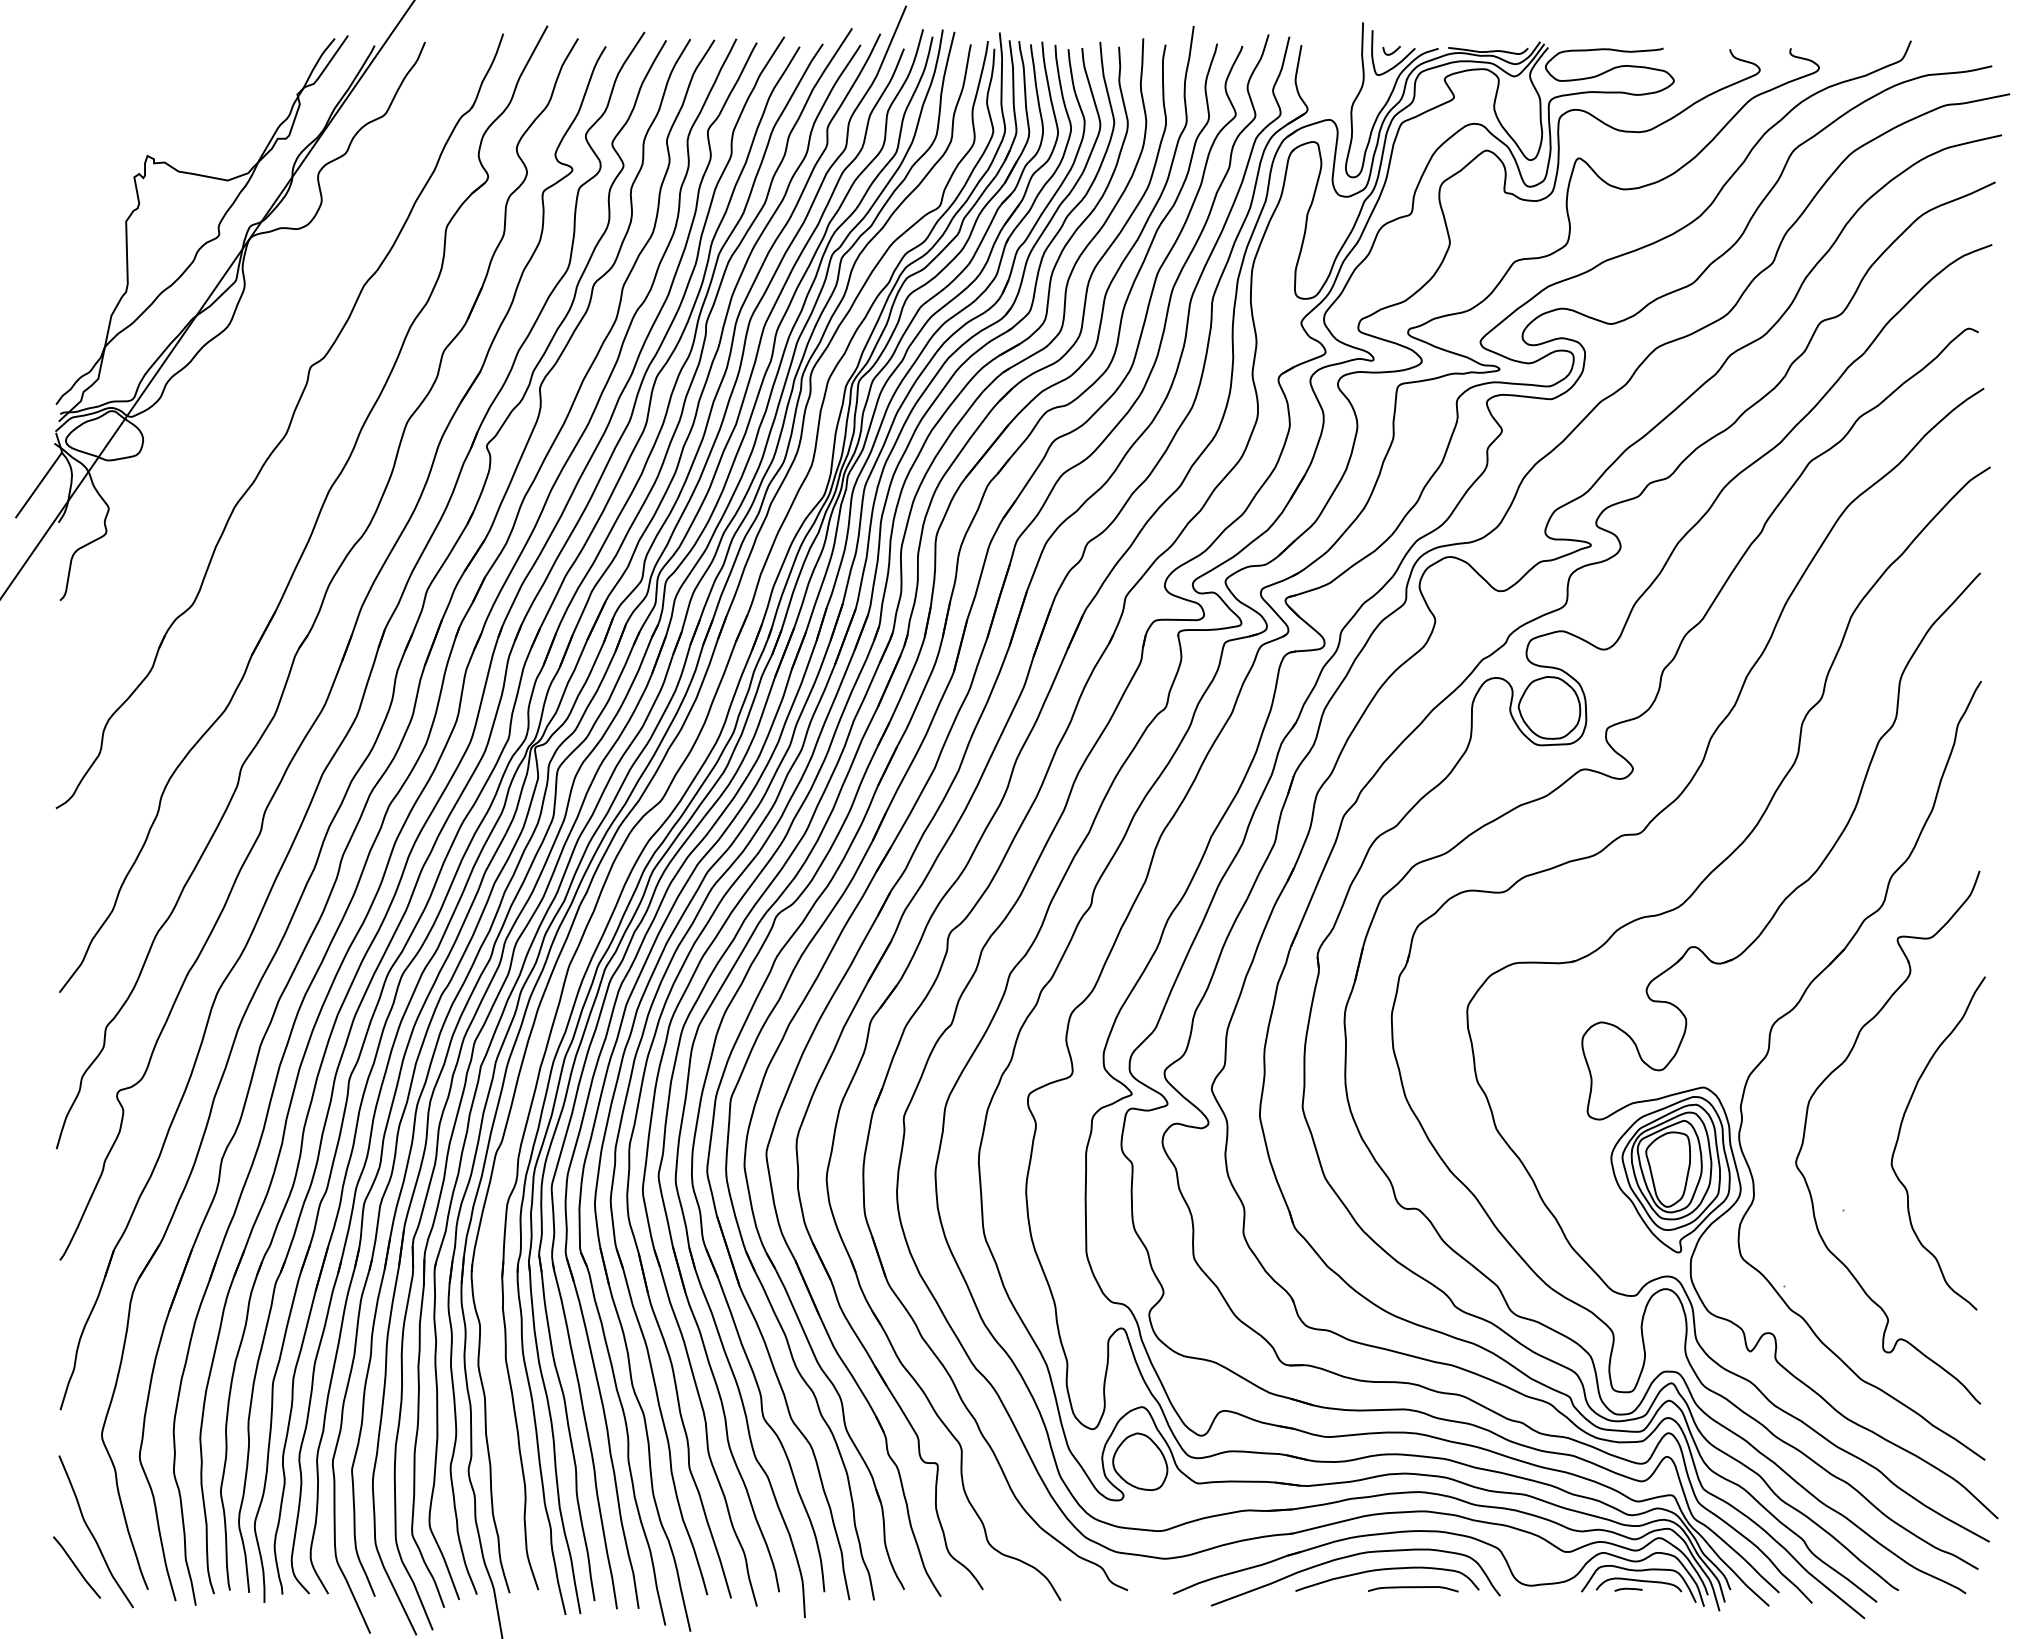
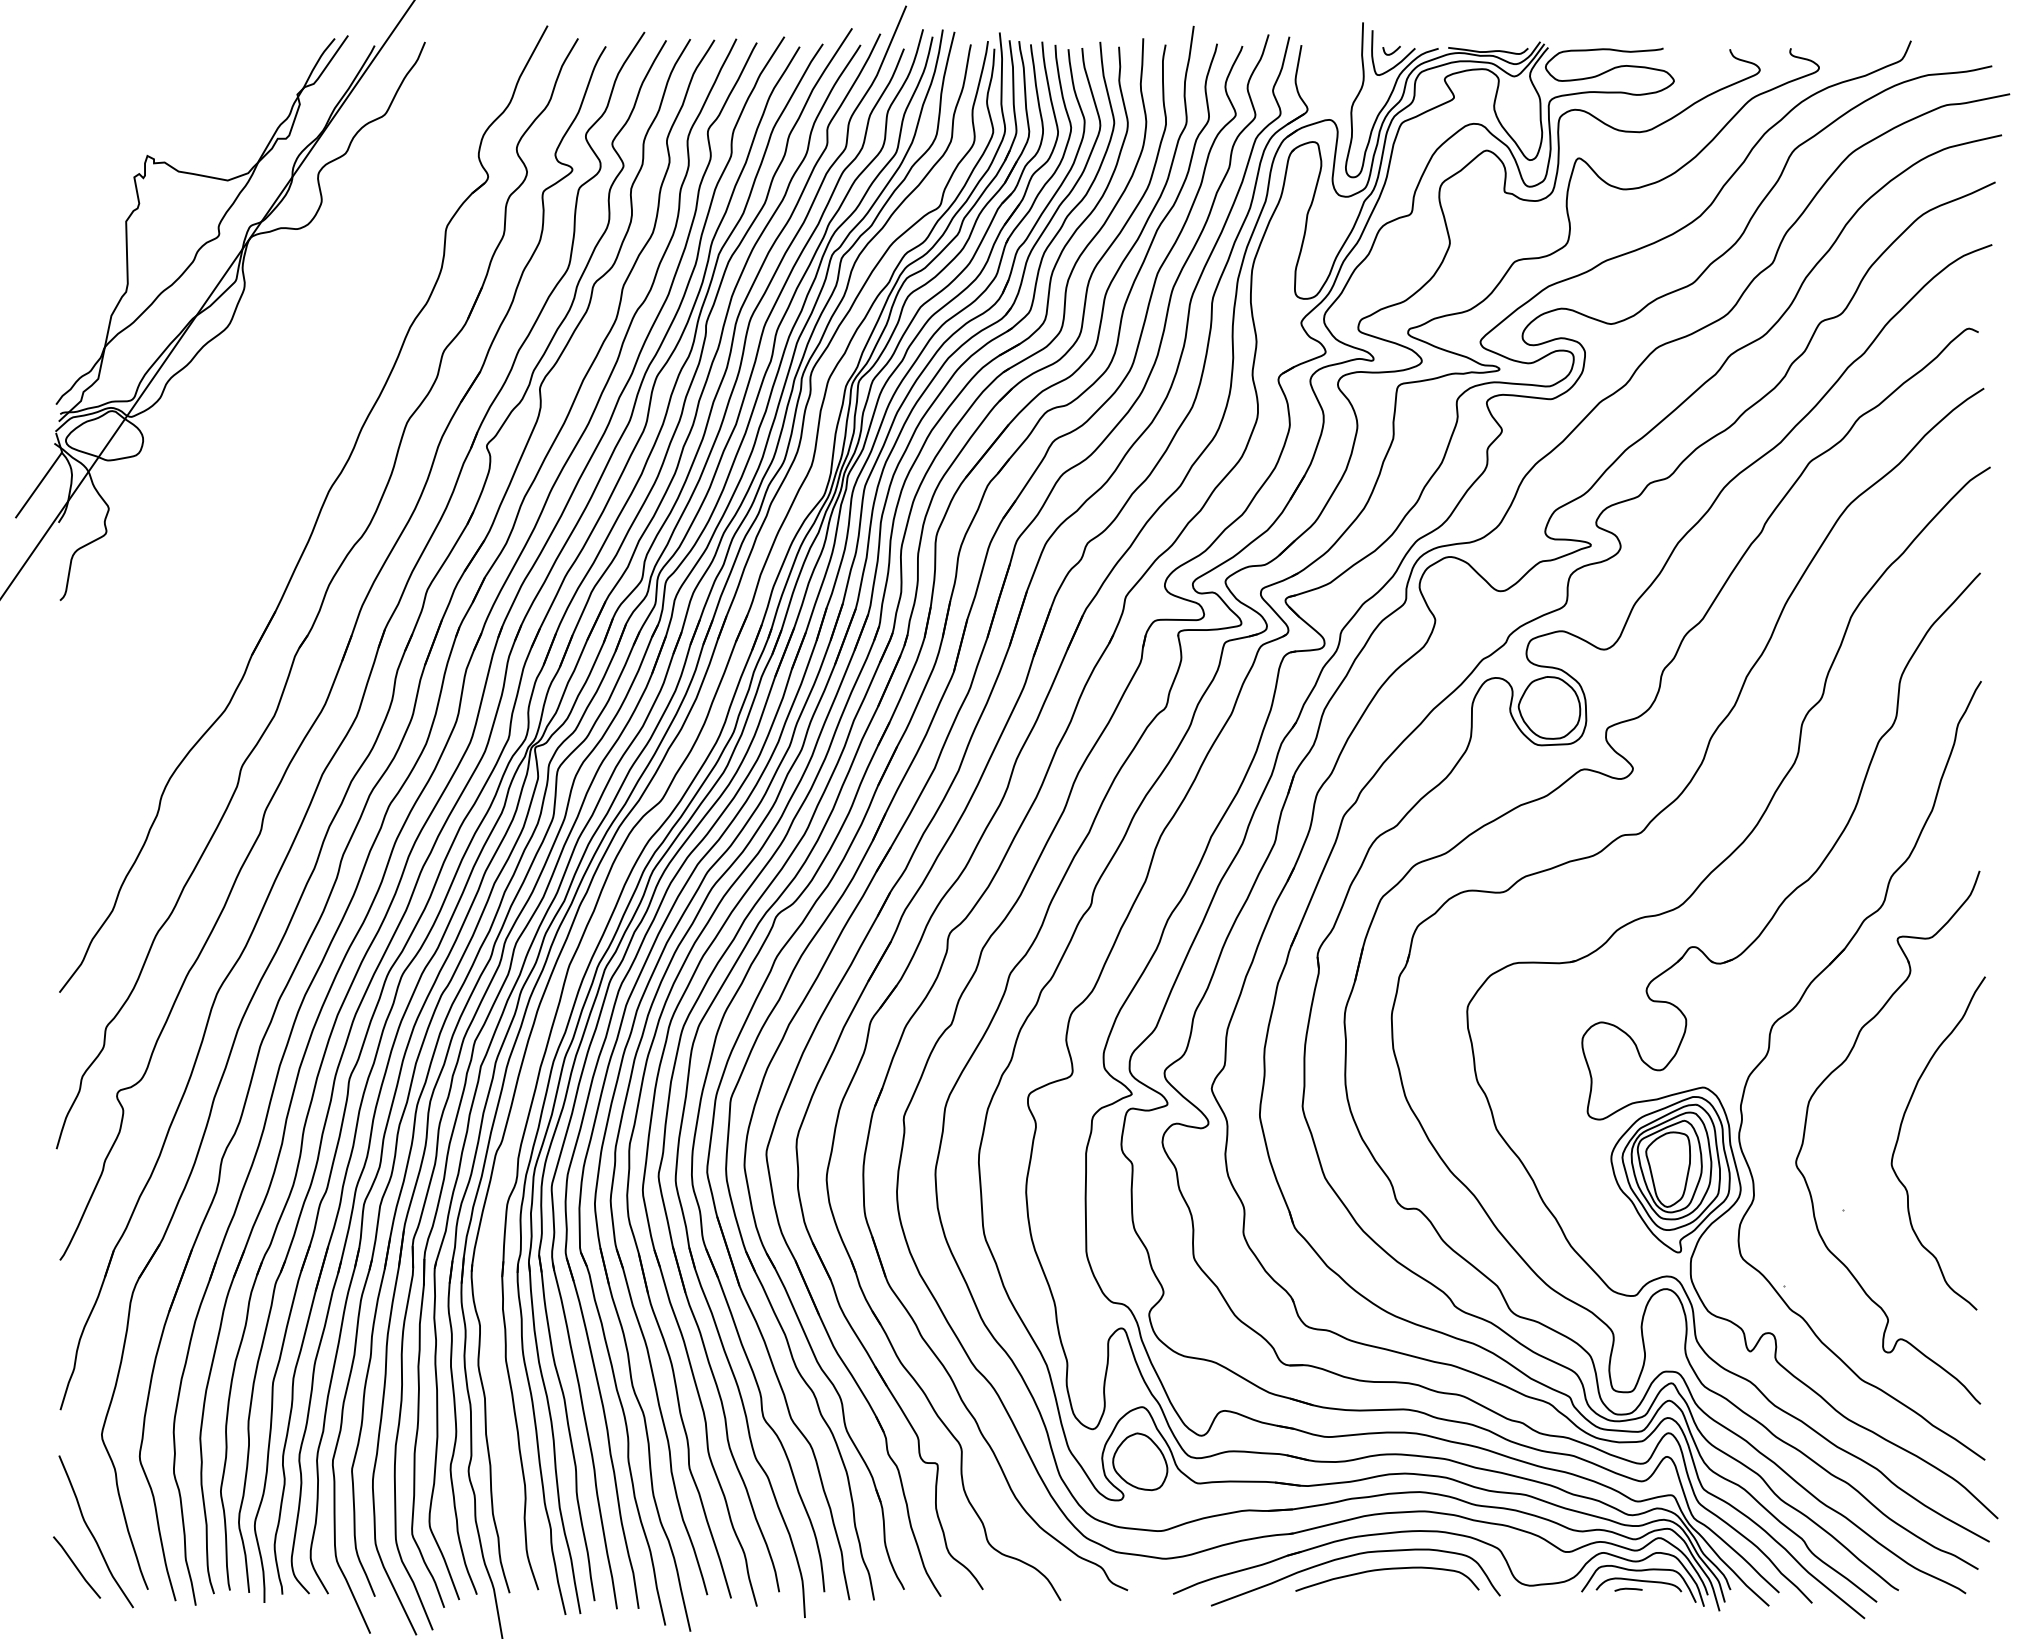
part at (288, 425): present -> none
curve at (1413, 1588): present -> none
